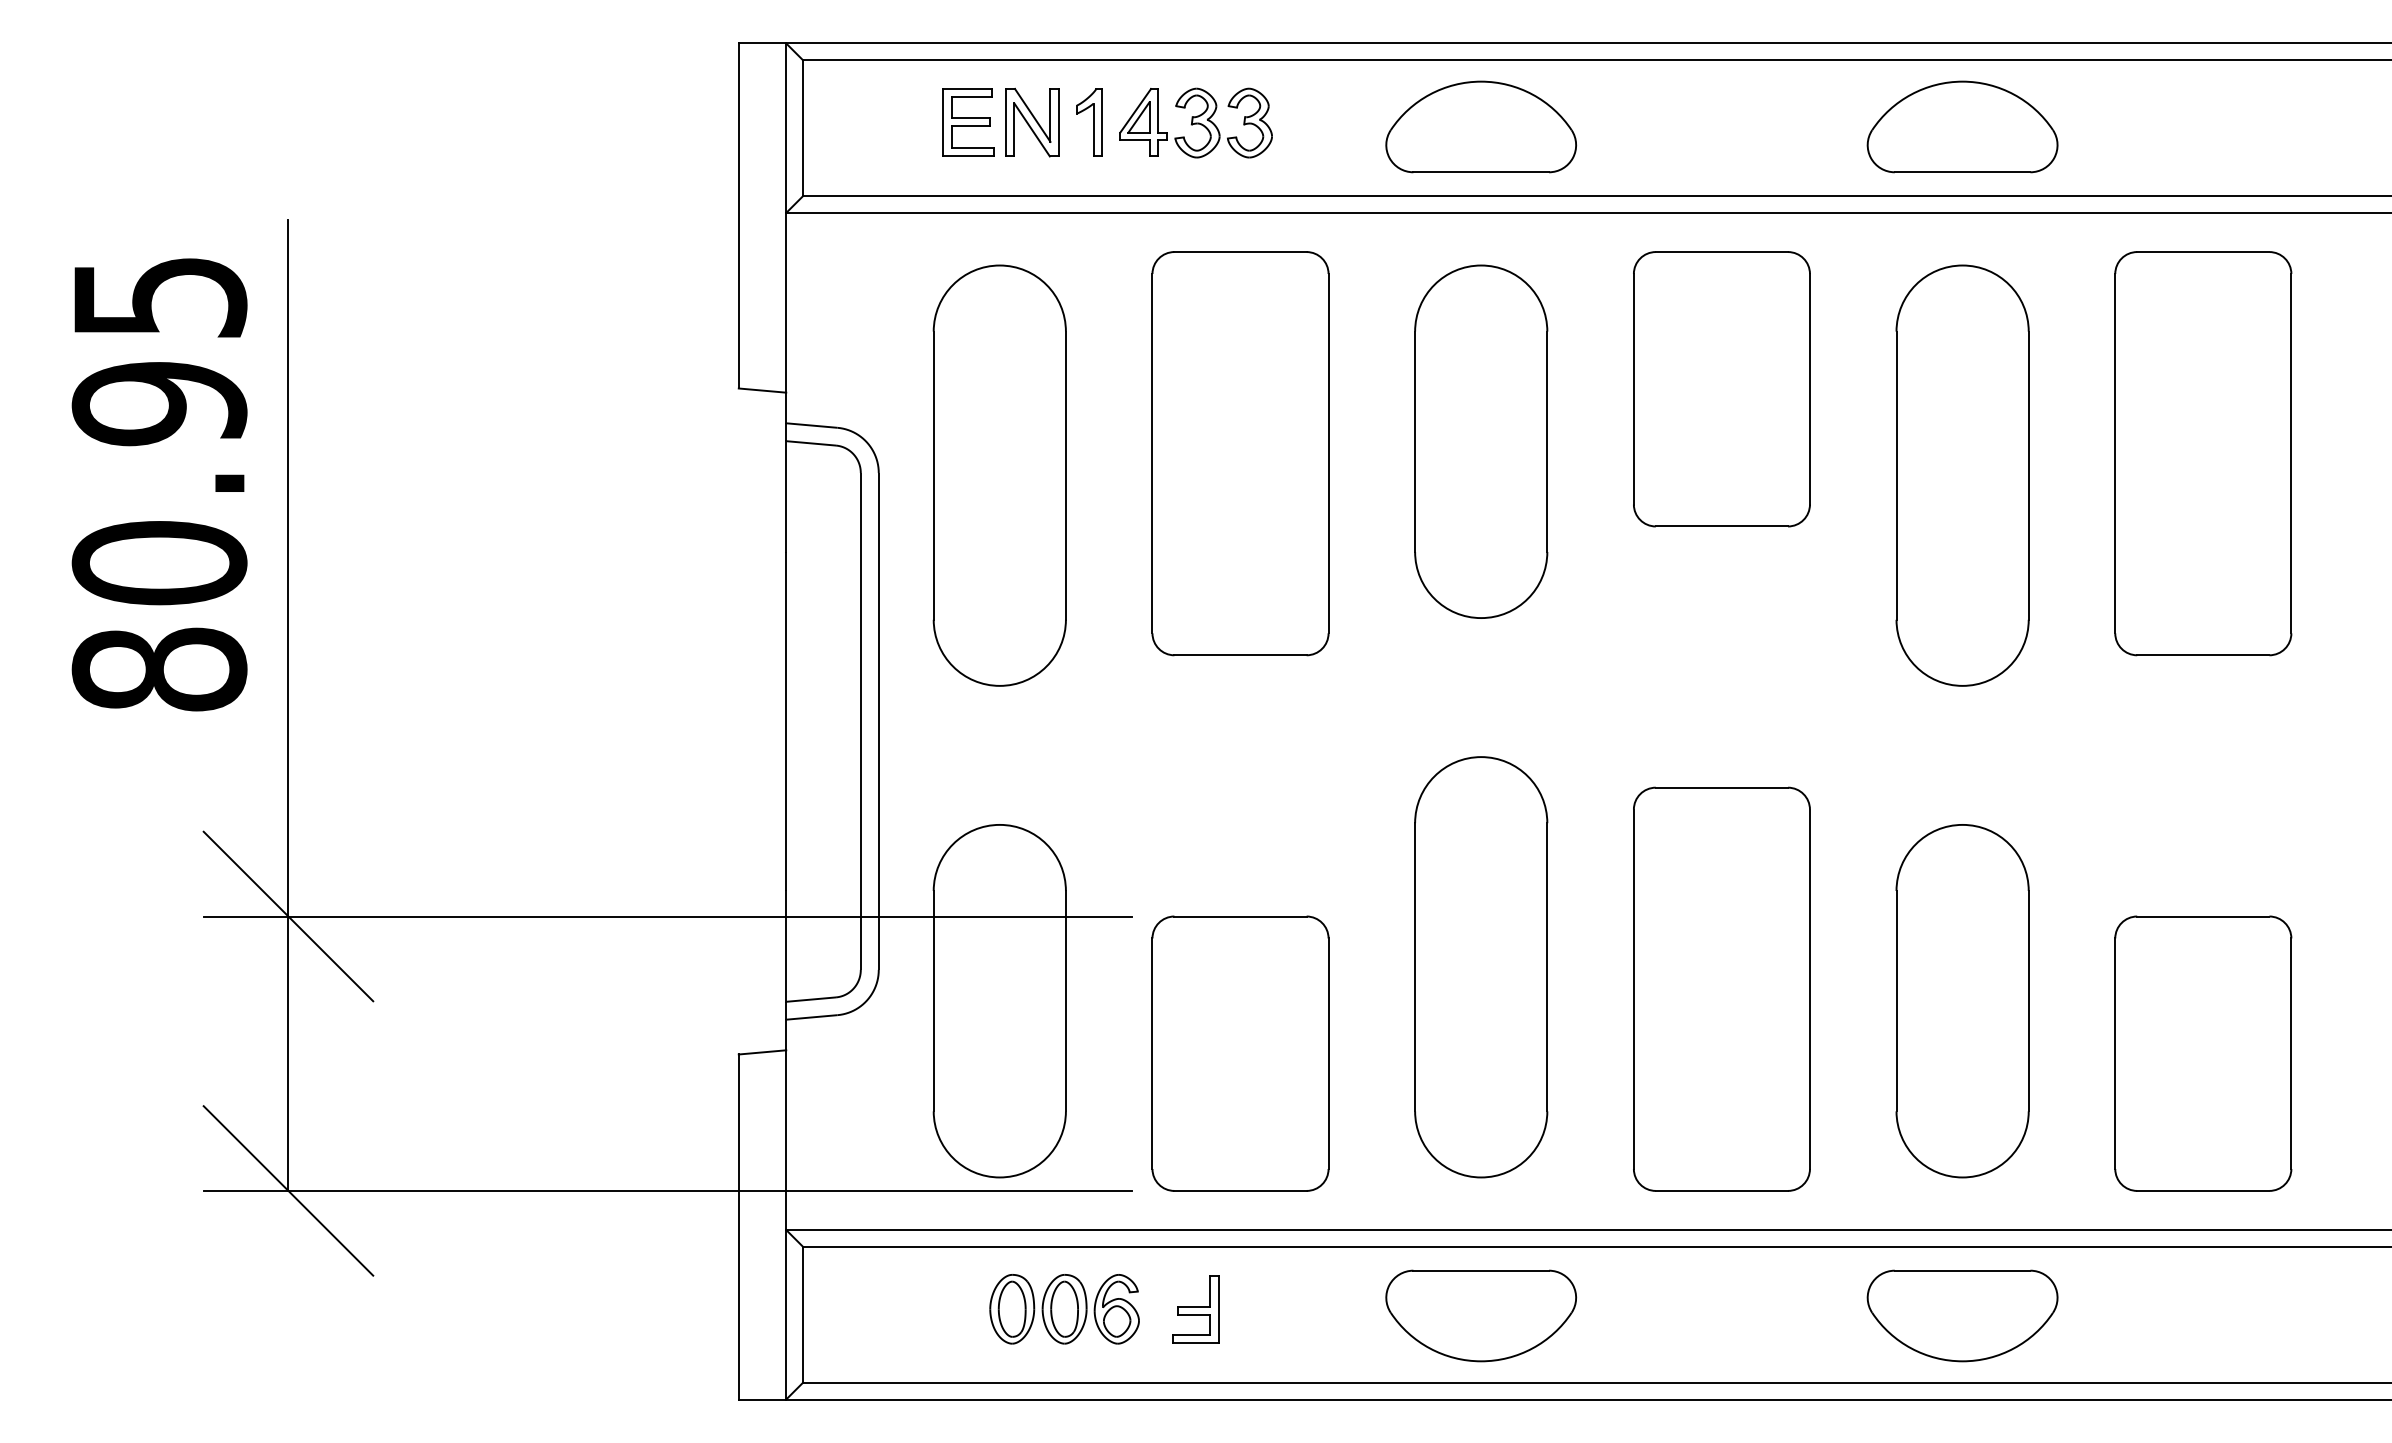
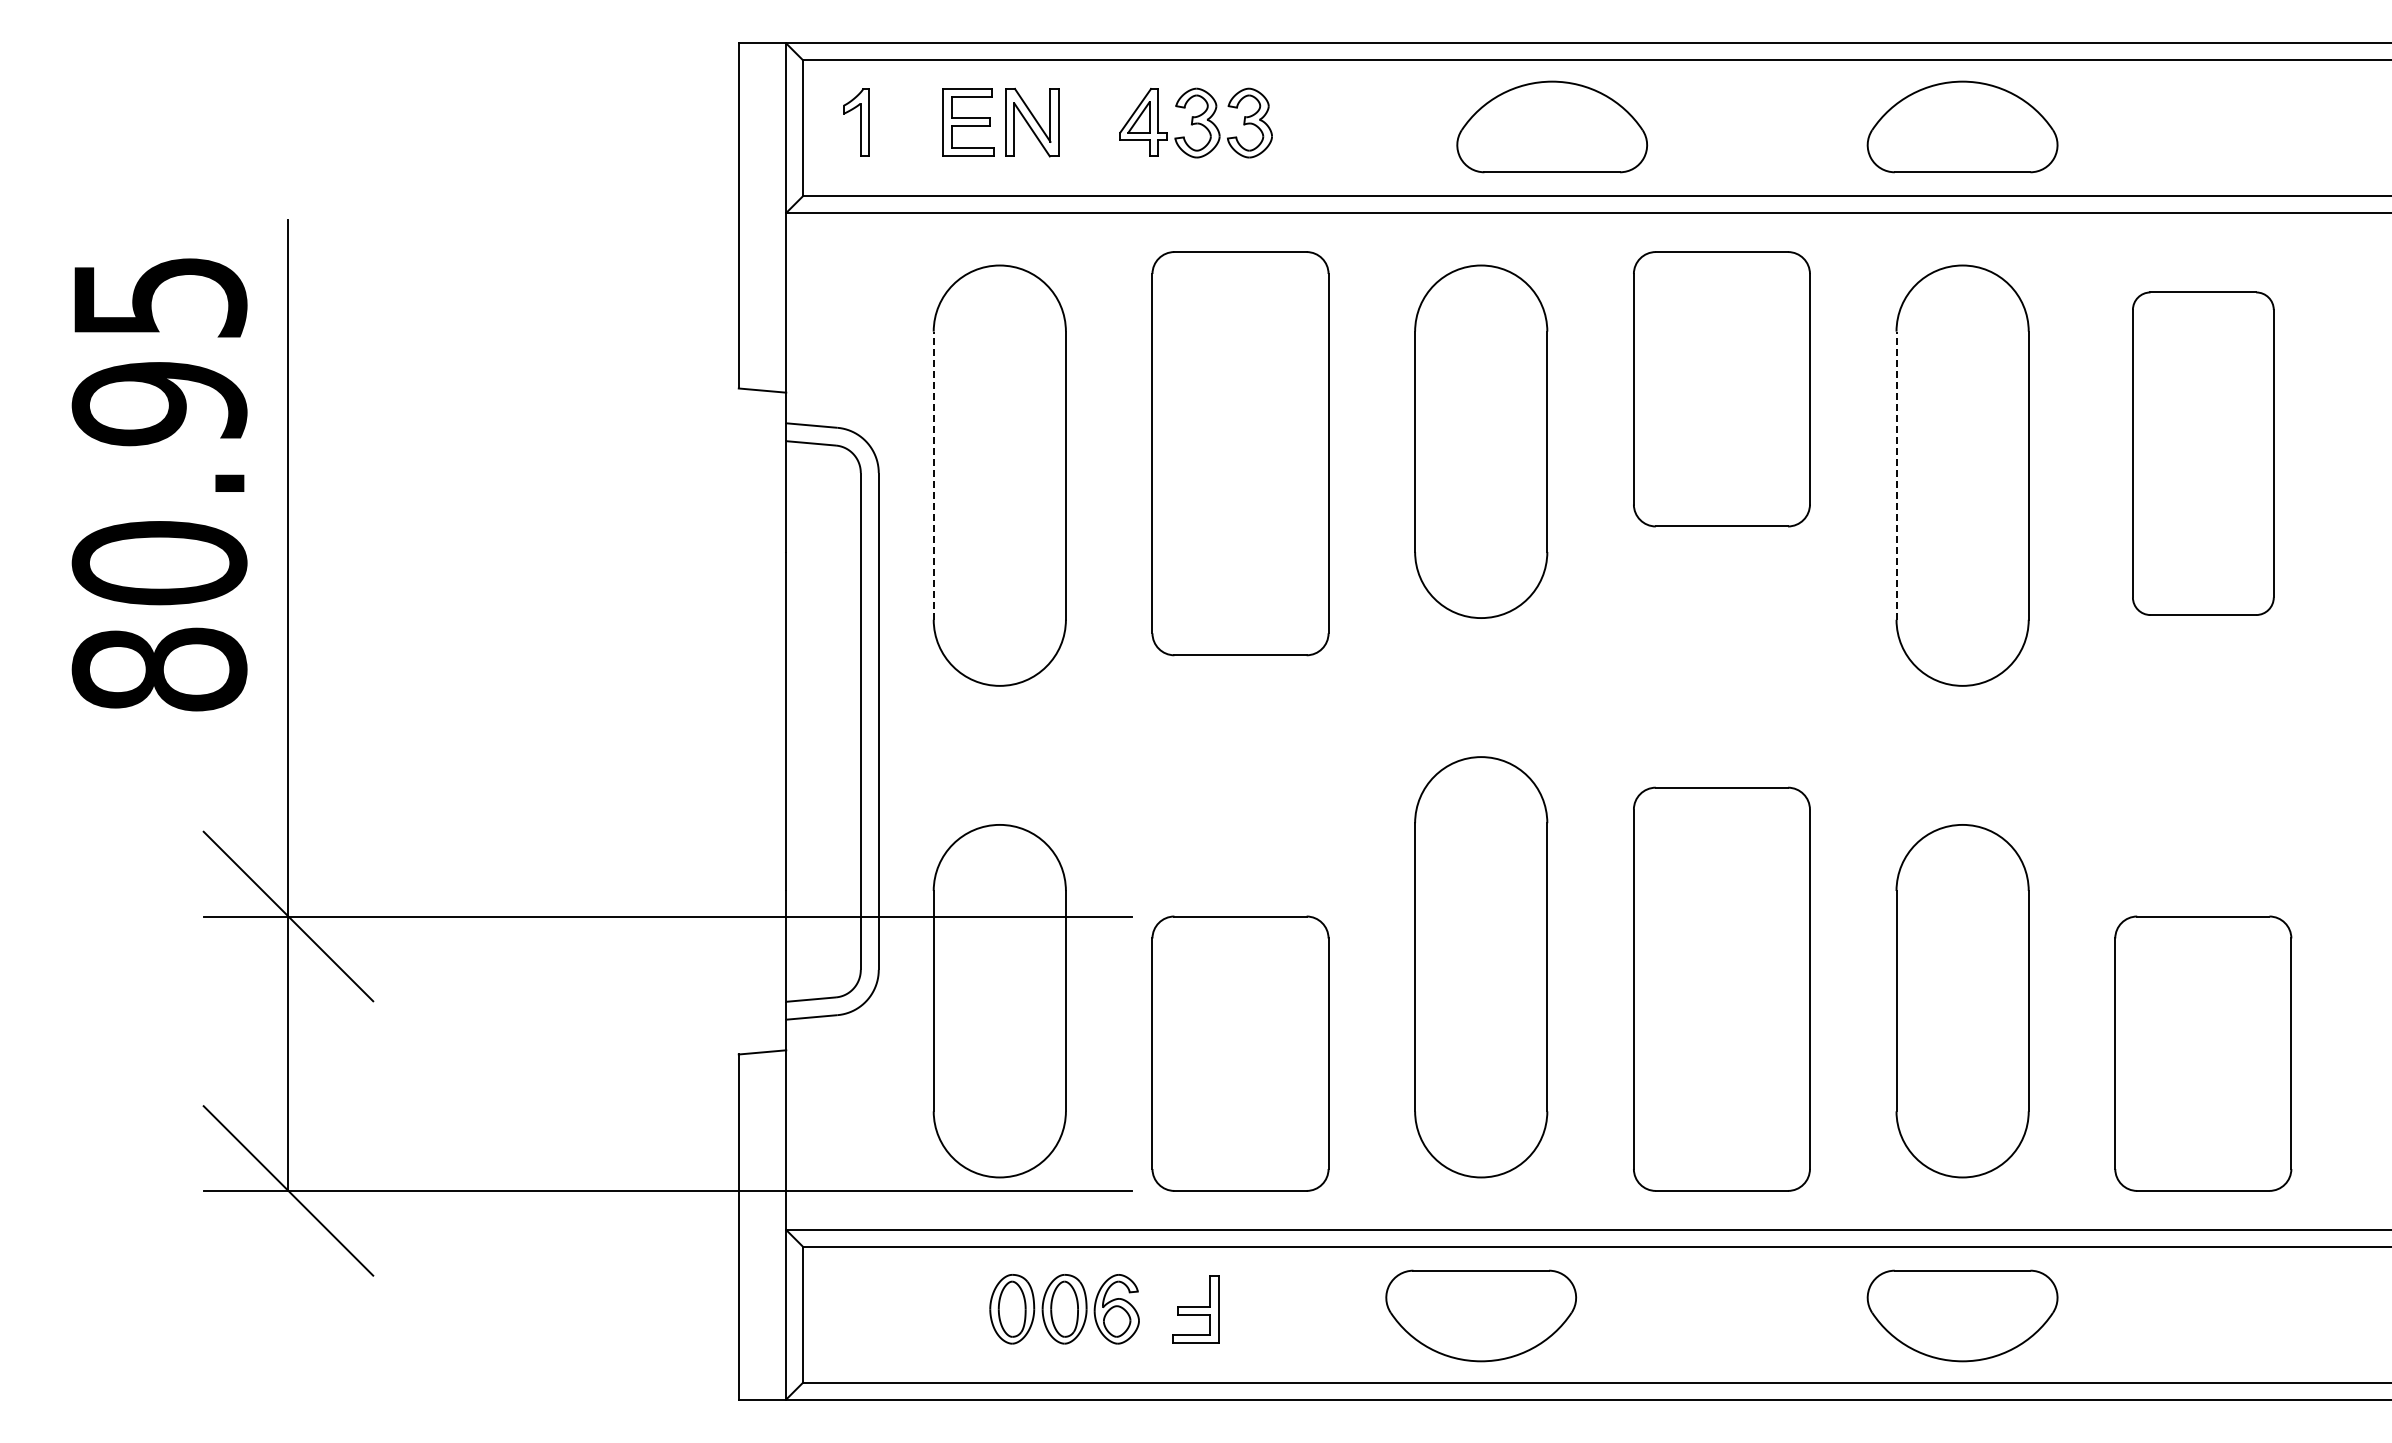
part at (1089, 122) position: (1089, 122) -> (856, 122)
part at (1480, 126) position: (1480, 126) -> (1551, 126)
part at (2203, 453) size: 179x406 px -> 143x325 px
line at (933, 475): solid -> dashed
line at (1896, 475): solid -> dashed
